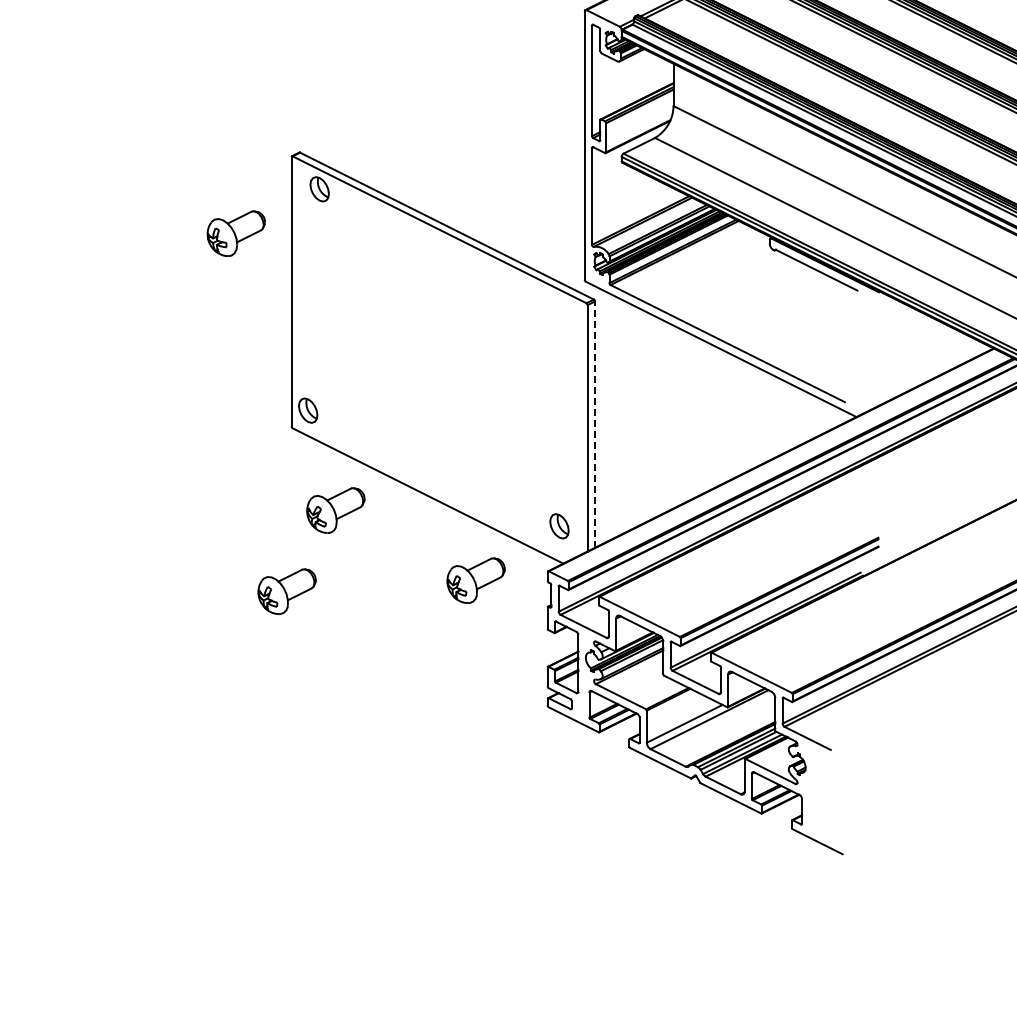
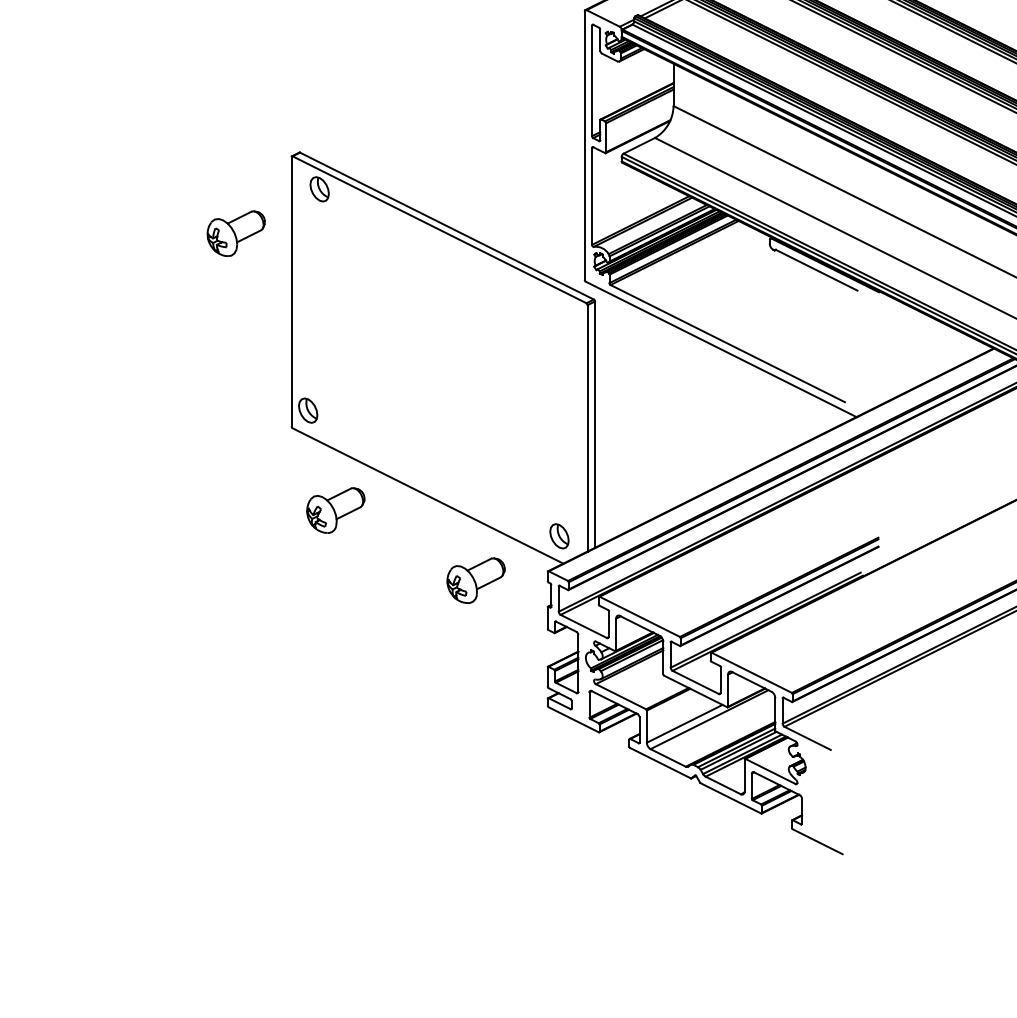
line at (595, 424): dashed -> solid
part at (559, 526) position: (559, 526) -> (559, 536)
part at (286, 591): present -> none
